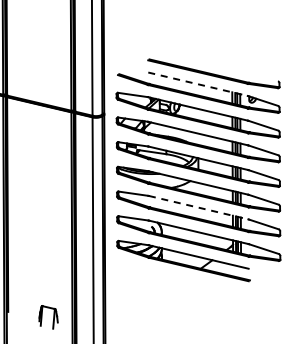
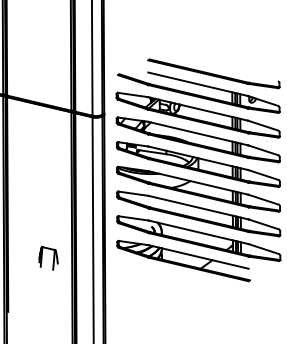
line at (198, 84): dashed -> solid
line at (199, 207): dashed -> solid
part at (48, 317) position: (48, 317) -> (48, 258)
